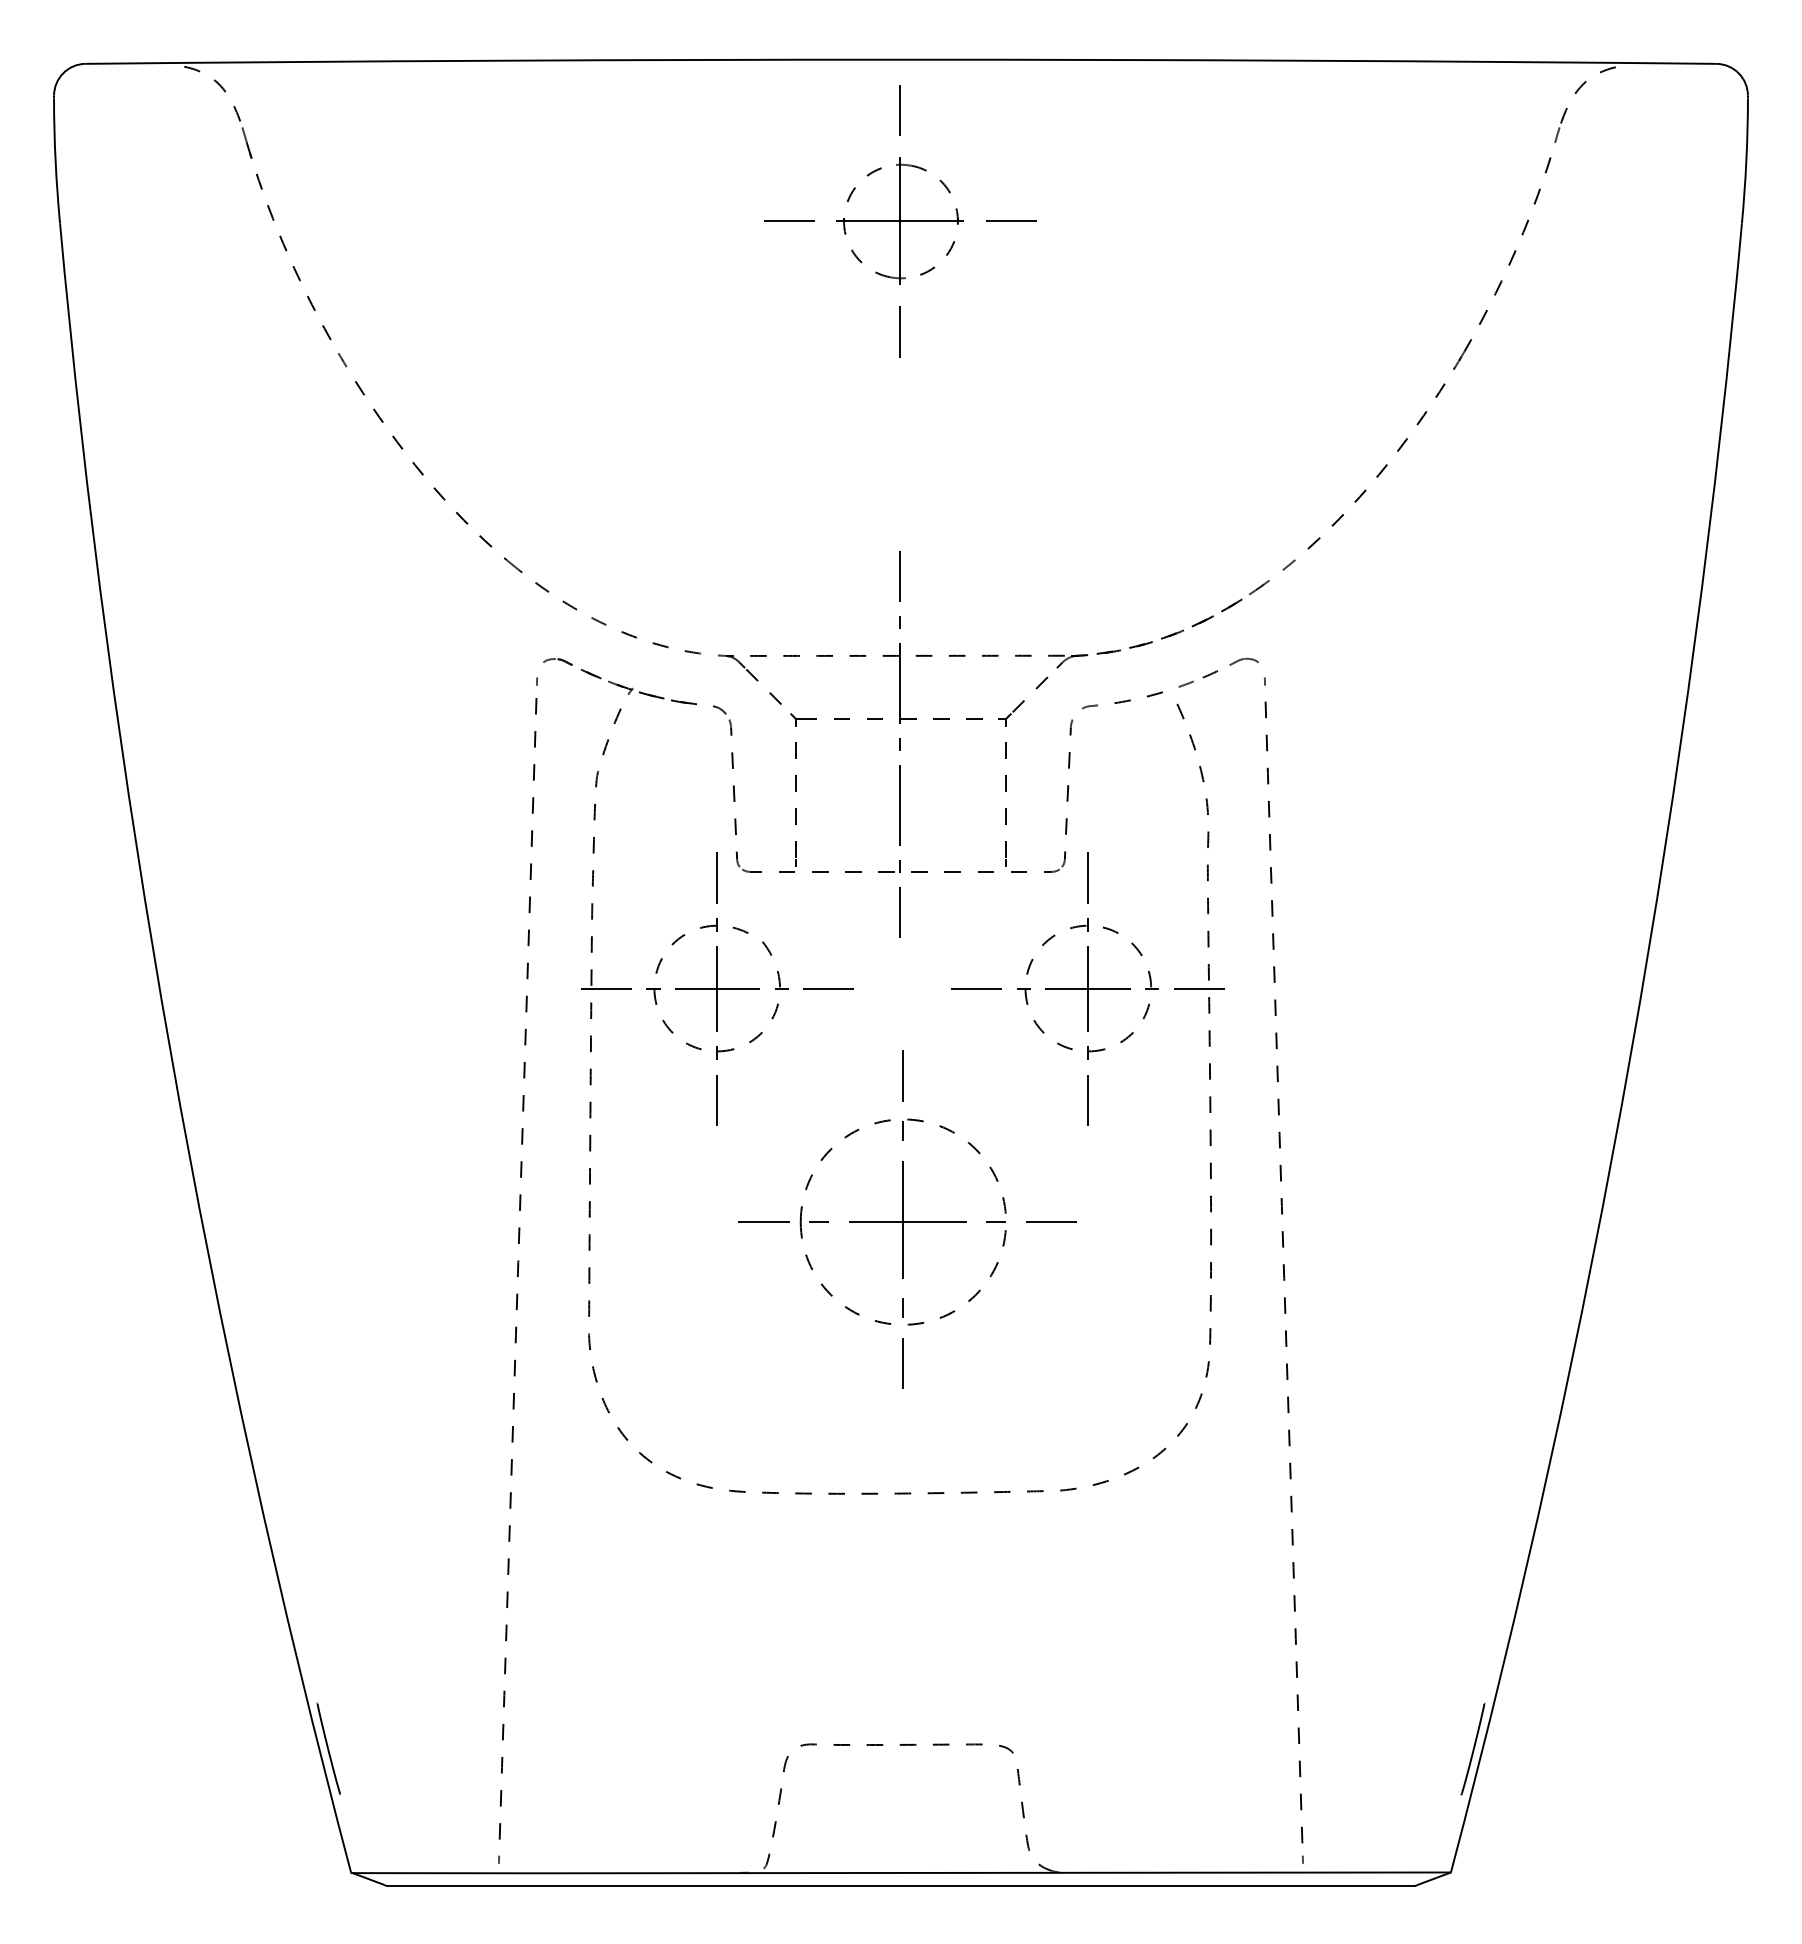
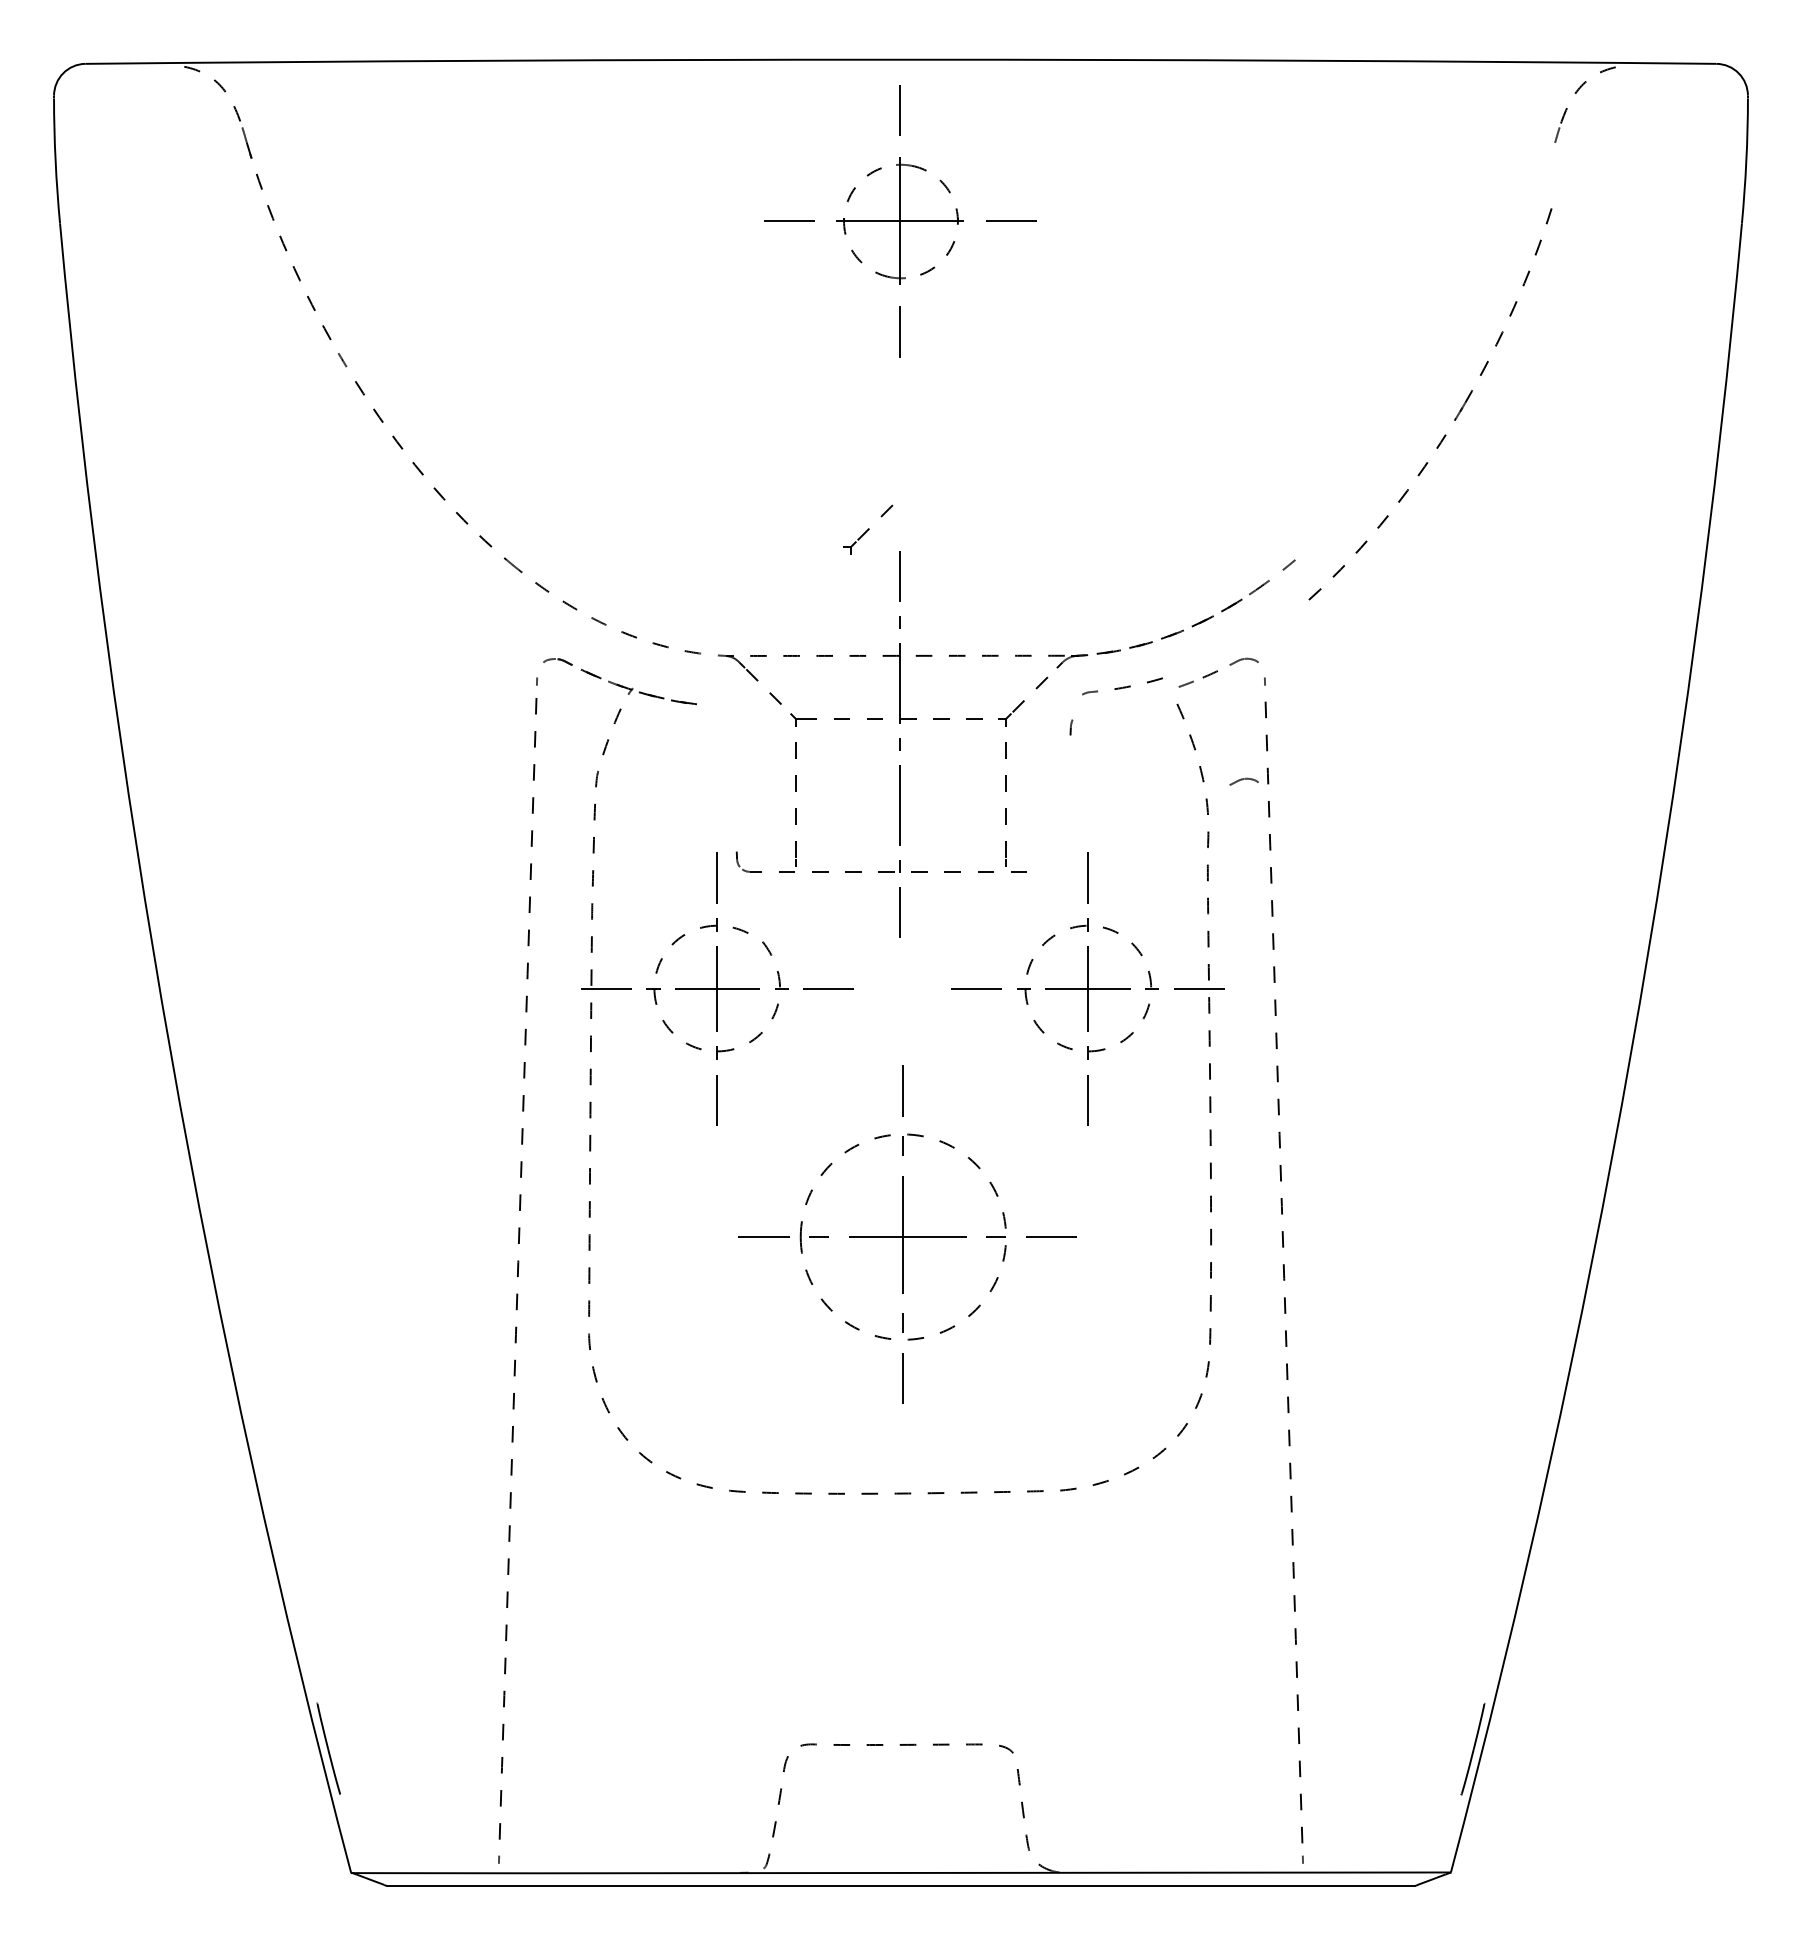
part at (1453, 367) position: (1453, 367) -> (1454, 418)
part at (868, 529): none -> present
part at (1122, 700) position: (1122, 700) -> (1122, 686)
part at (732, 768): present -> none
part at (1243, 781): none -> present
part at (1065, 818): present -> none
part at (907, 1219) position: (907, 1219) -> (907, 1234)
